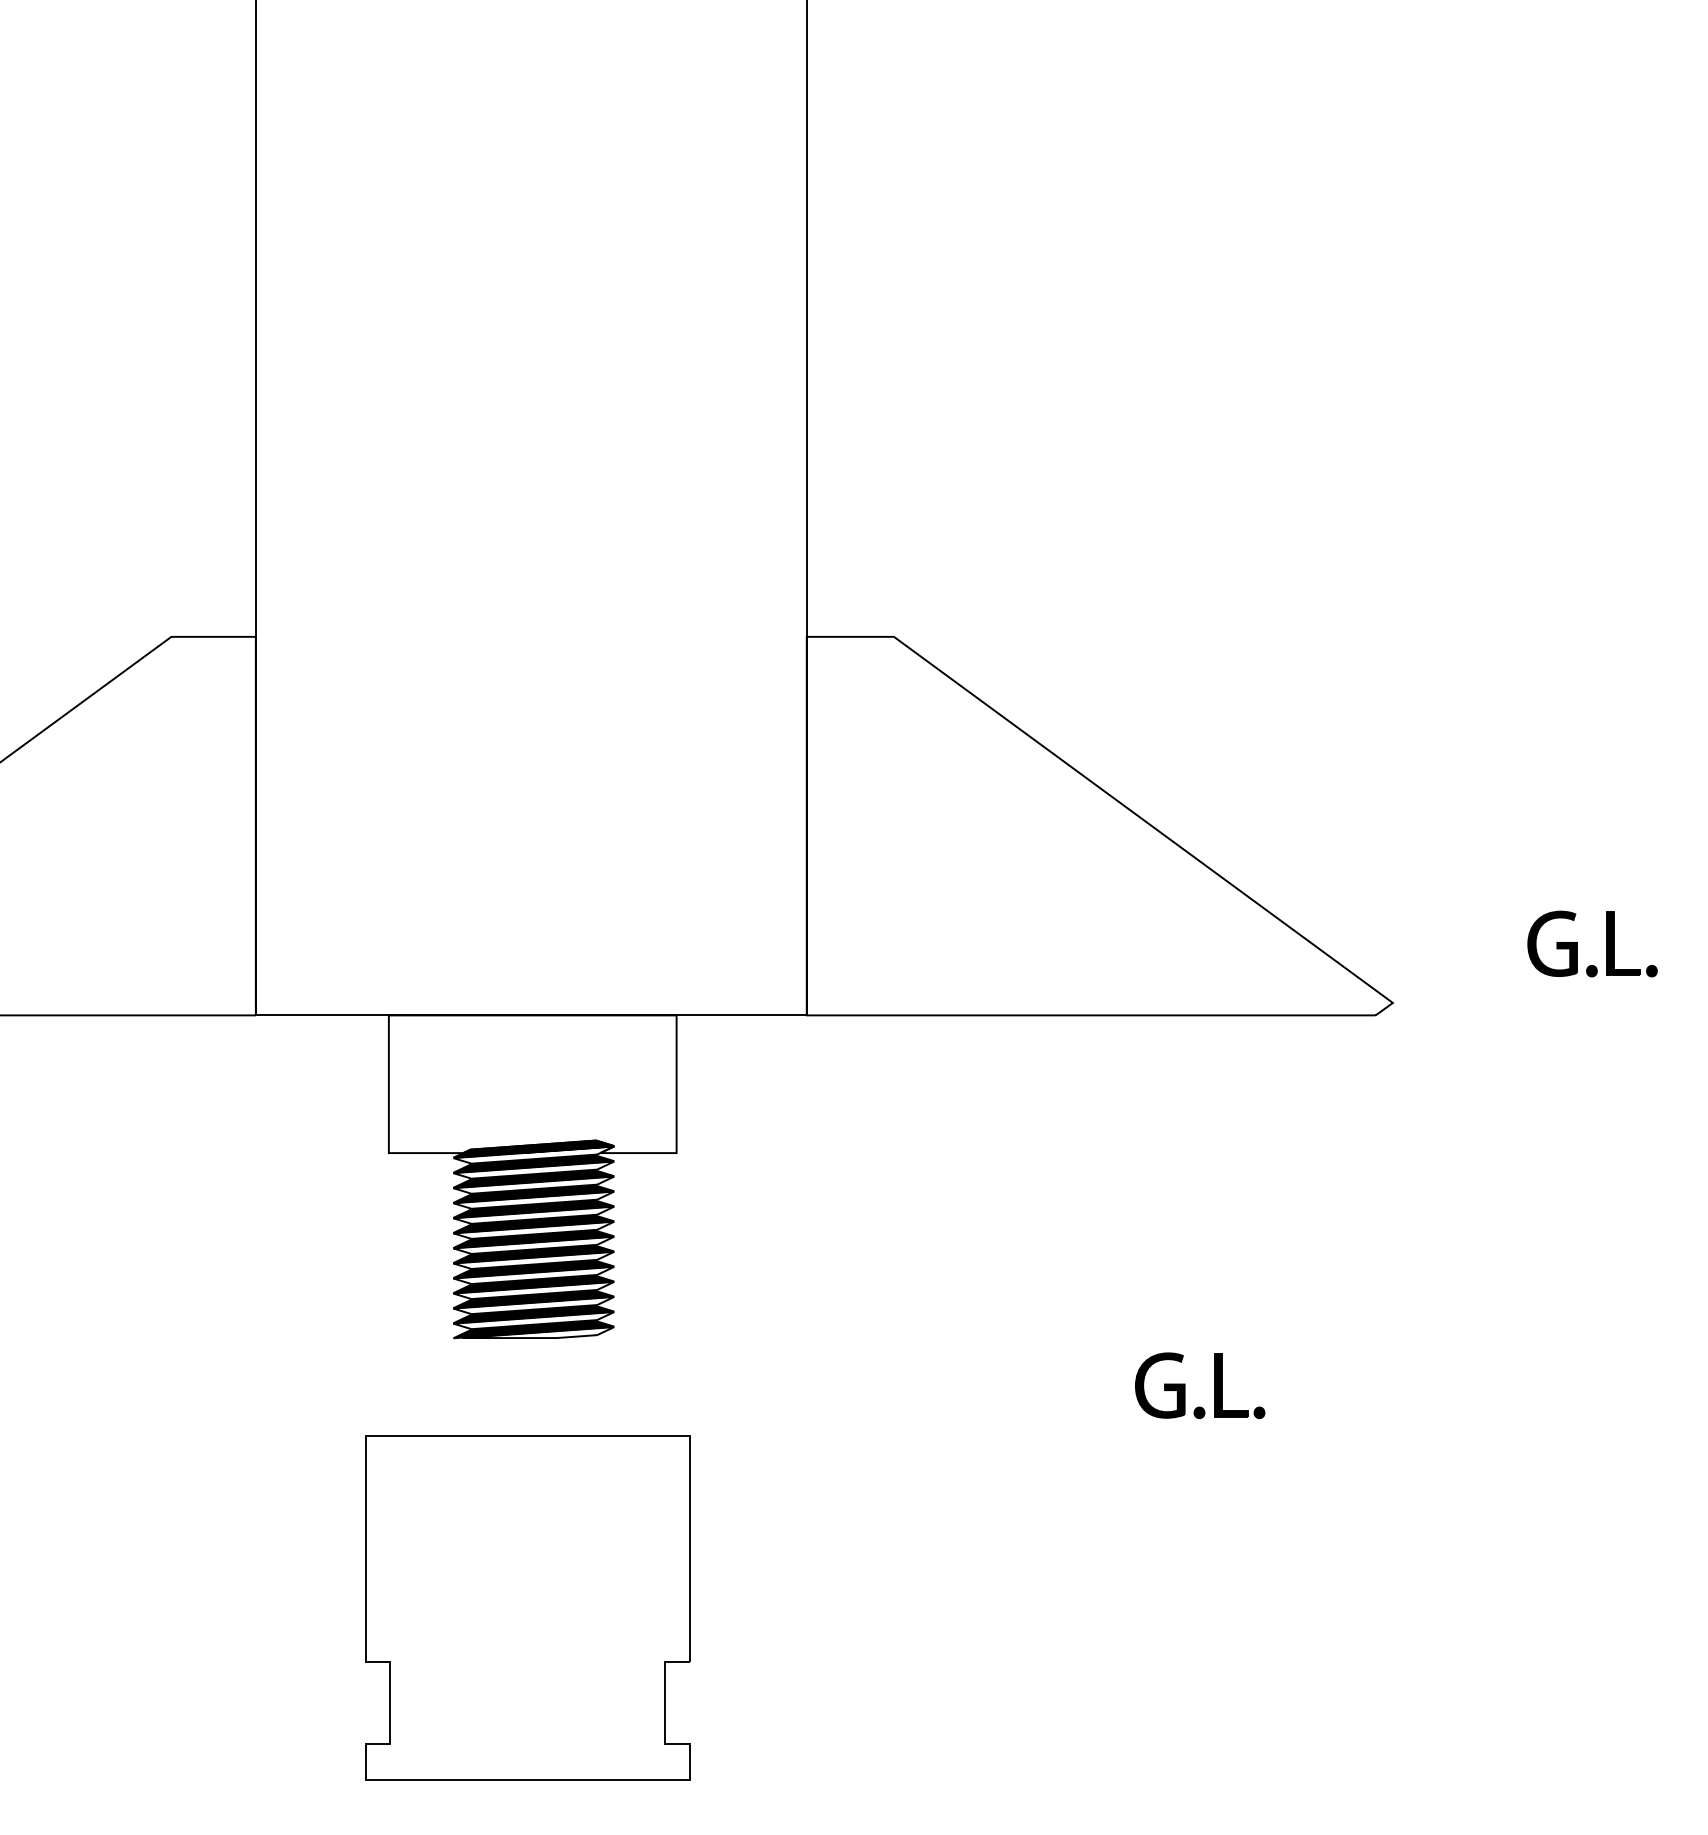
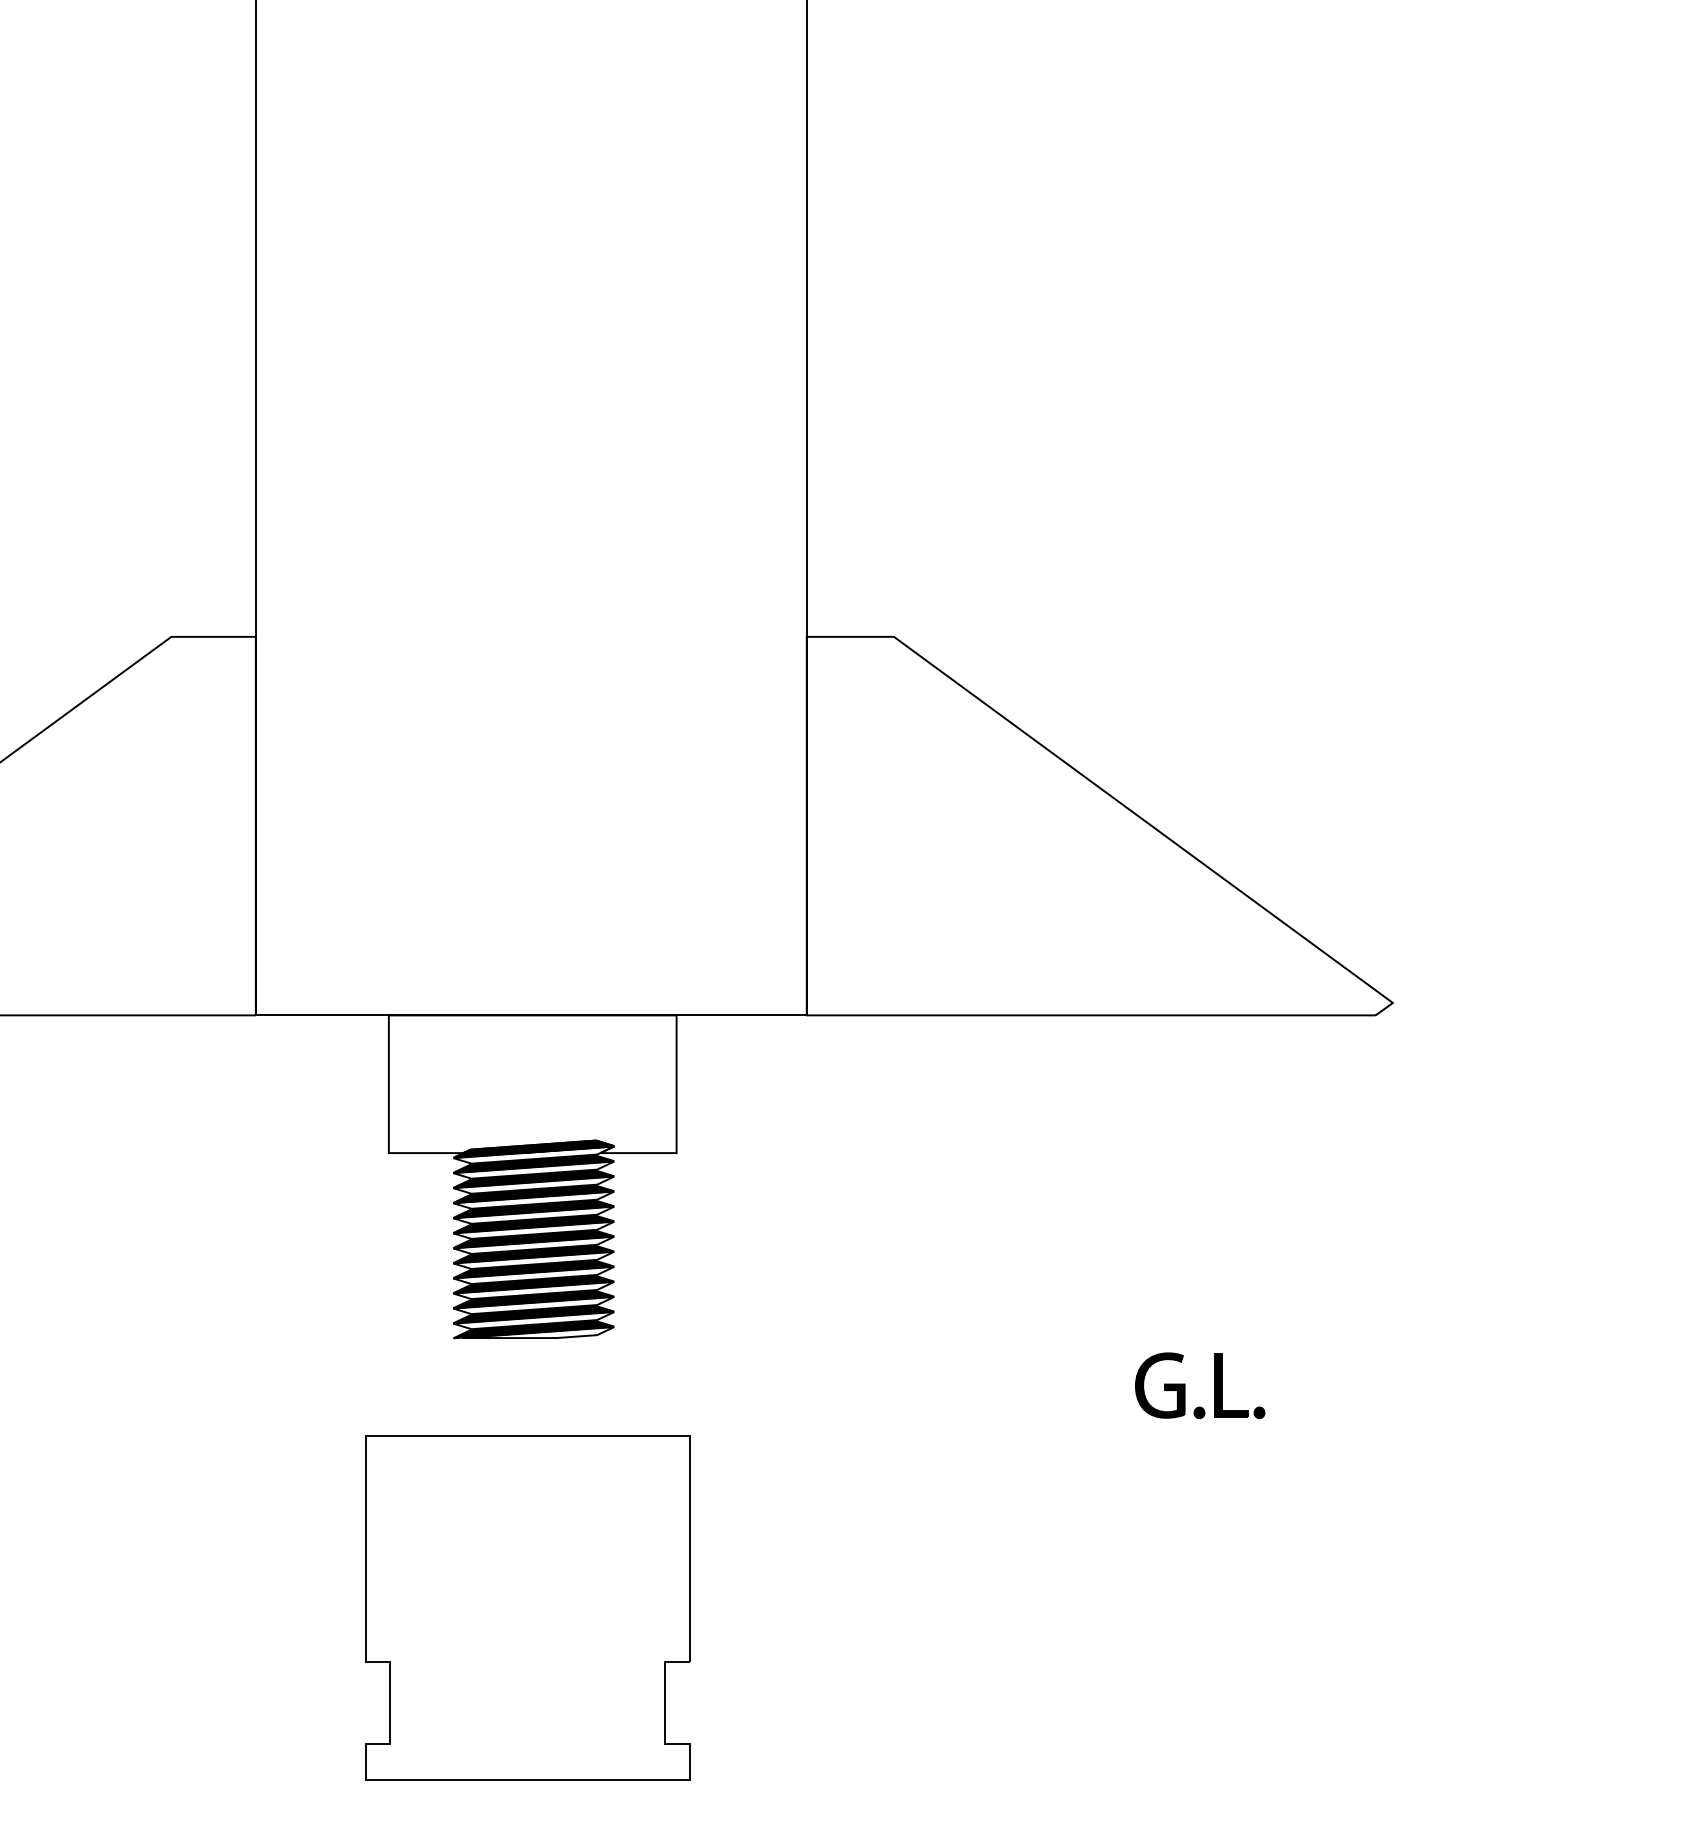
part at (1606, 943): present -> none
